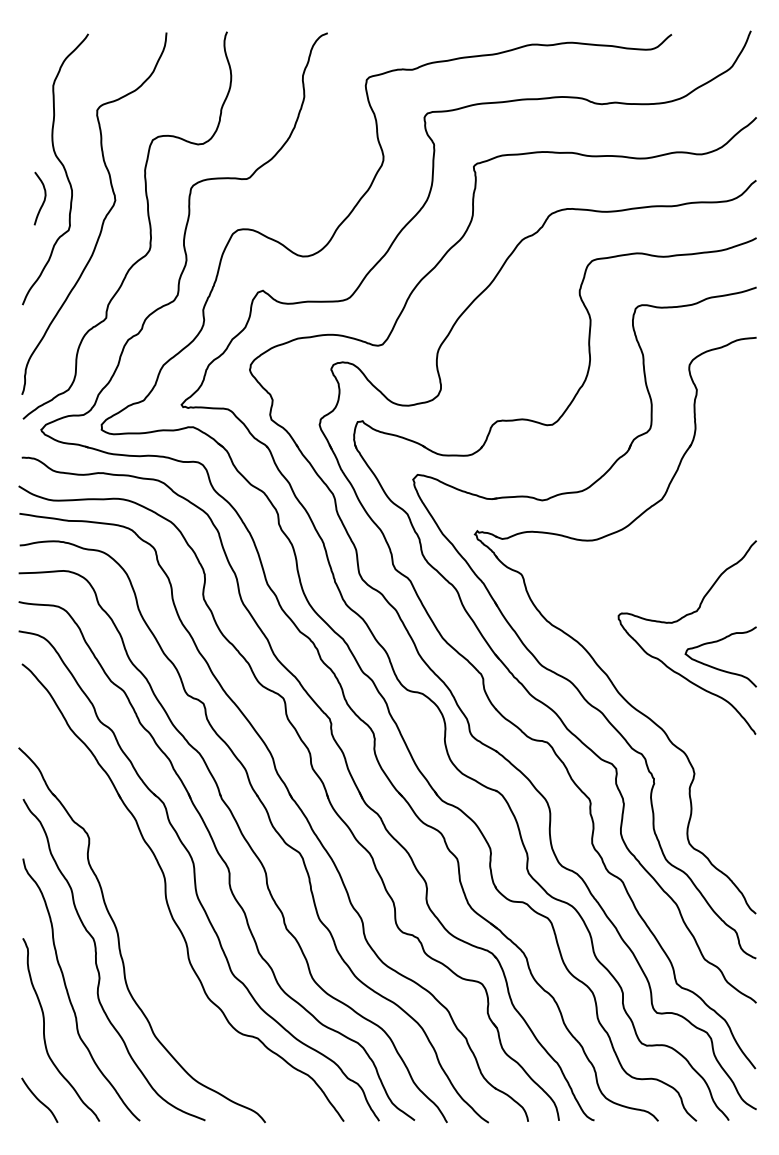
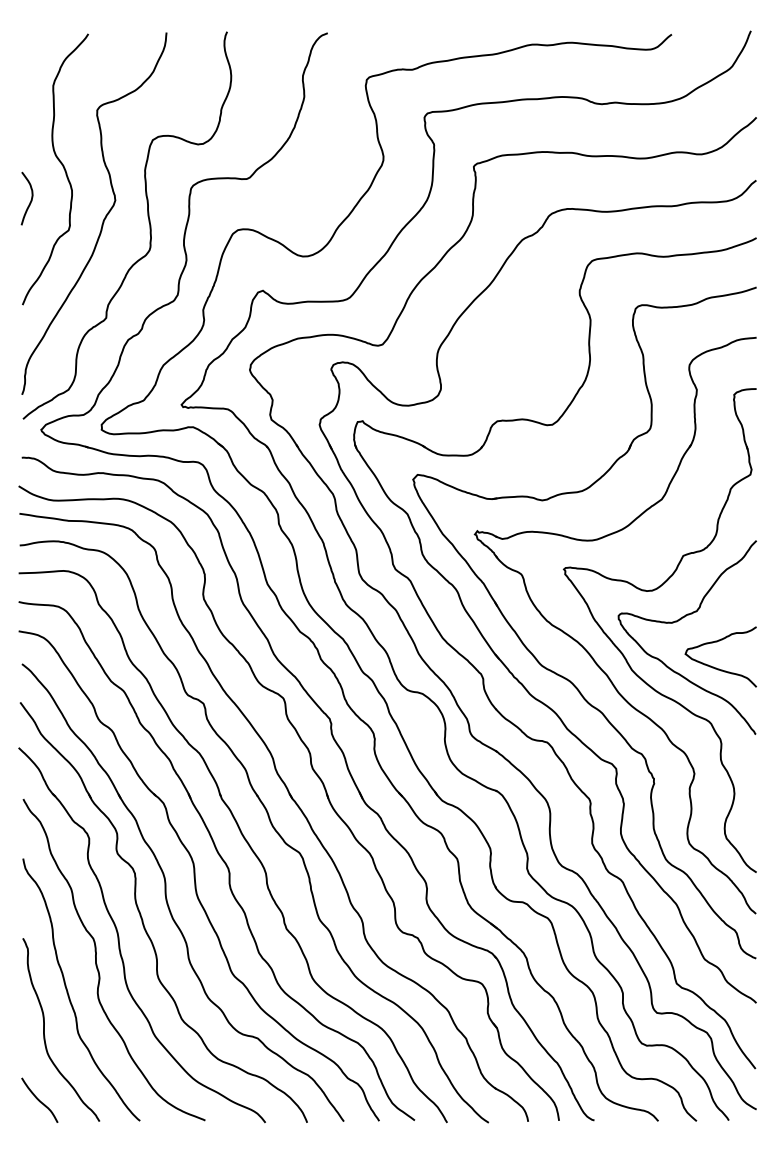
curve at (43, 200) position: (43, 200) -> (30, 200)
part at (653, 591): none -> present
part at (143, 920): none -> present
